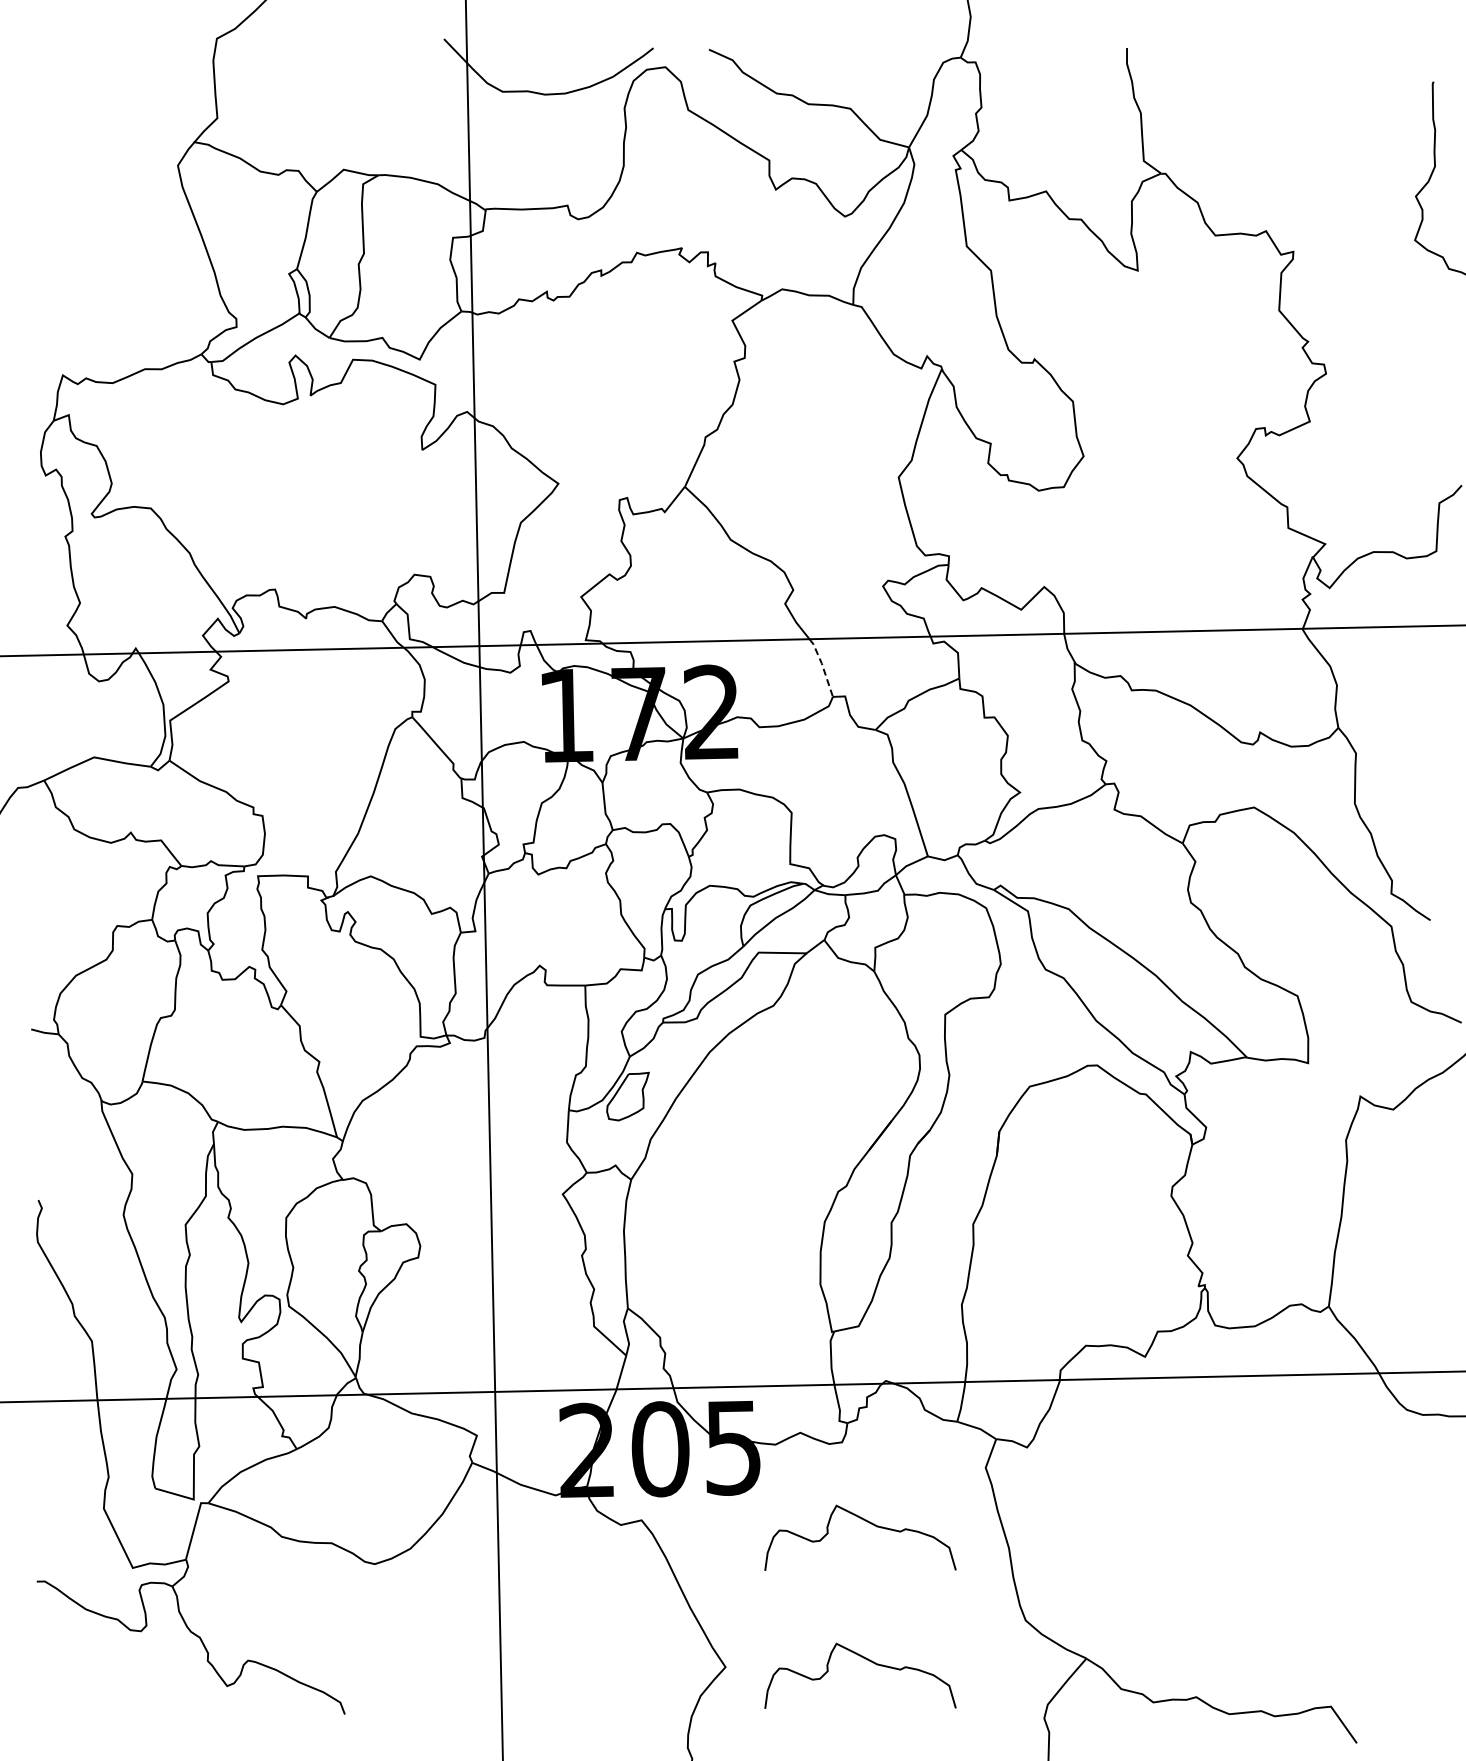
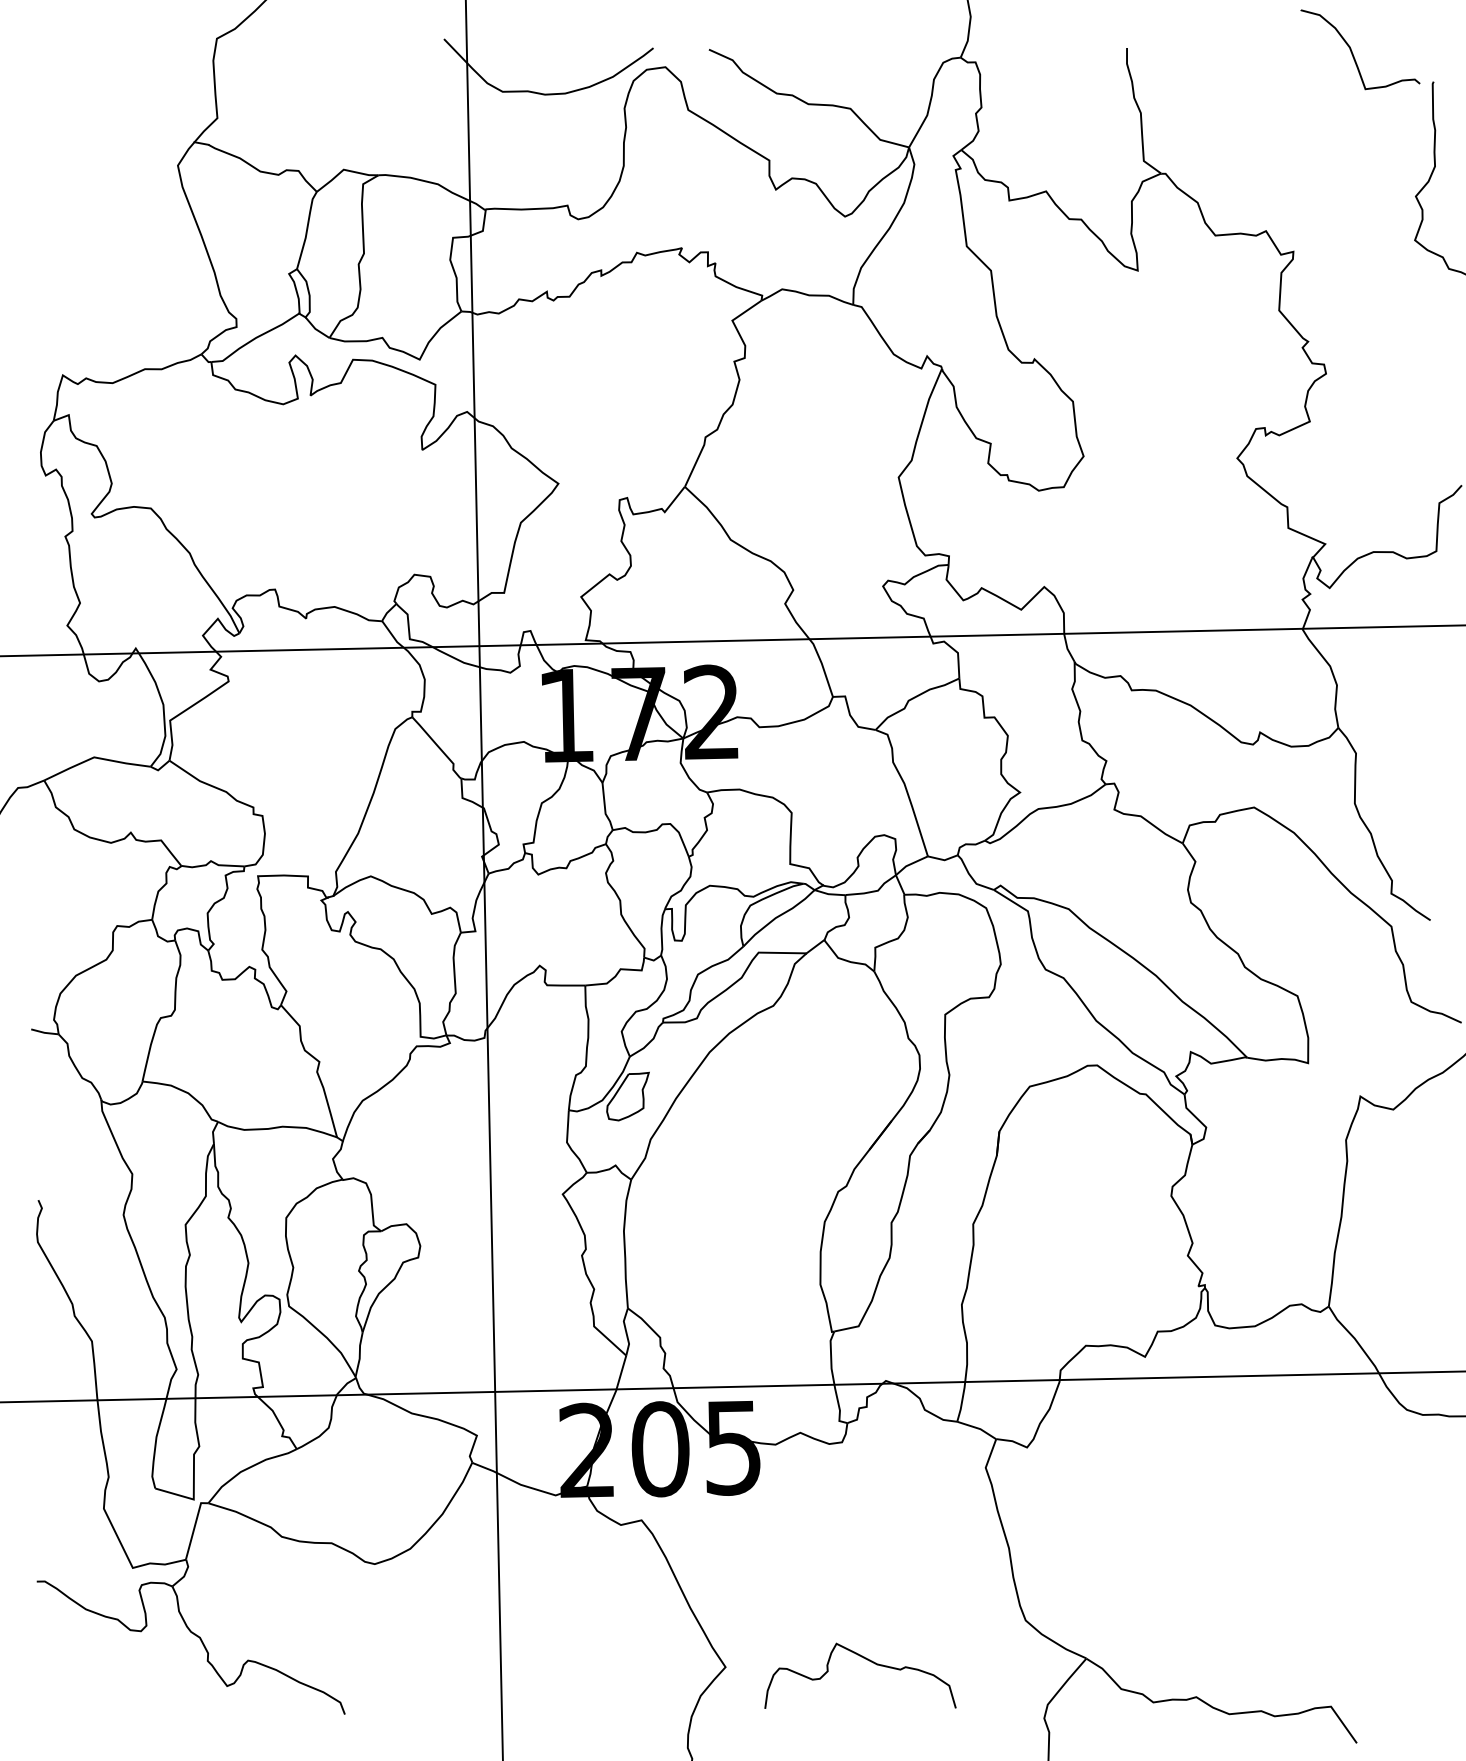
curve at (1353, 53): none -> present
line at (822, 666): dashed -> solid
curve at (867, 1522): present -> none
